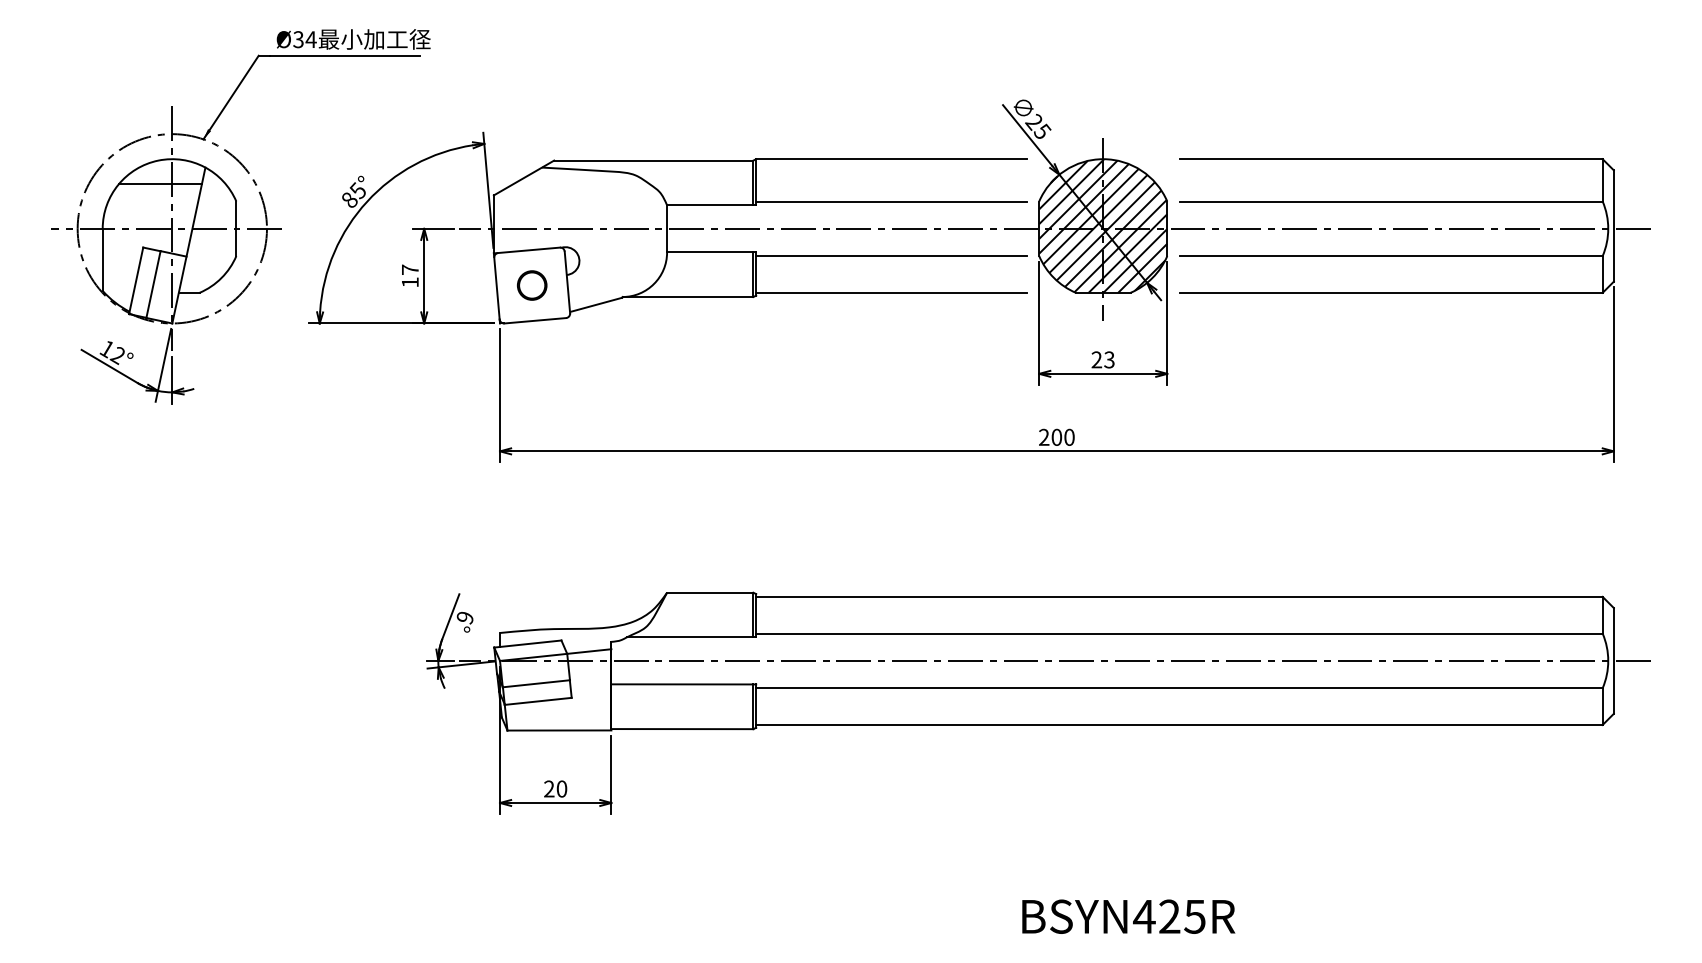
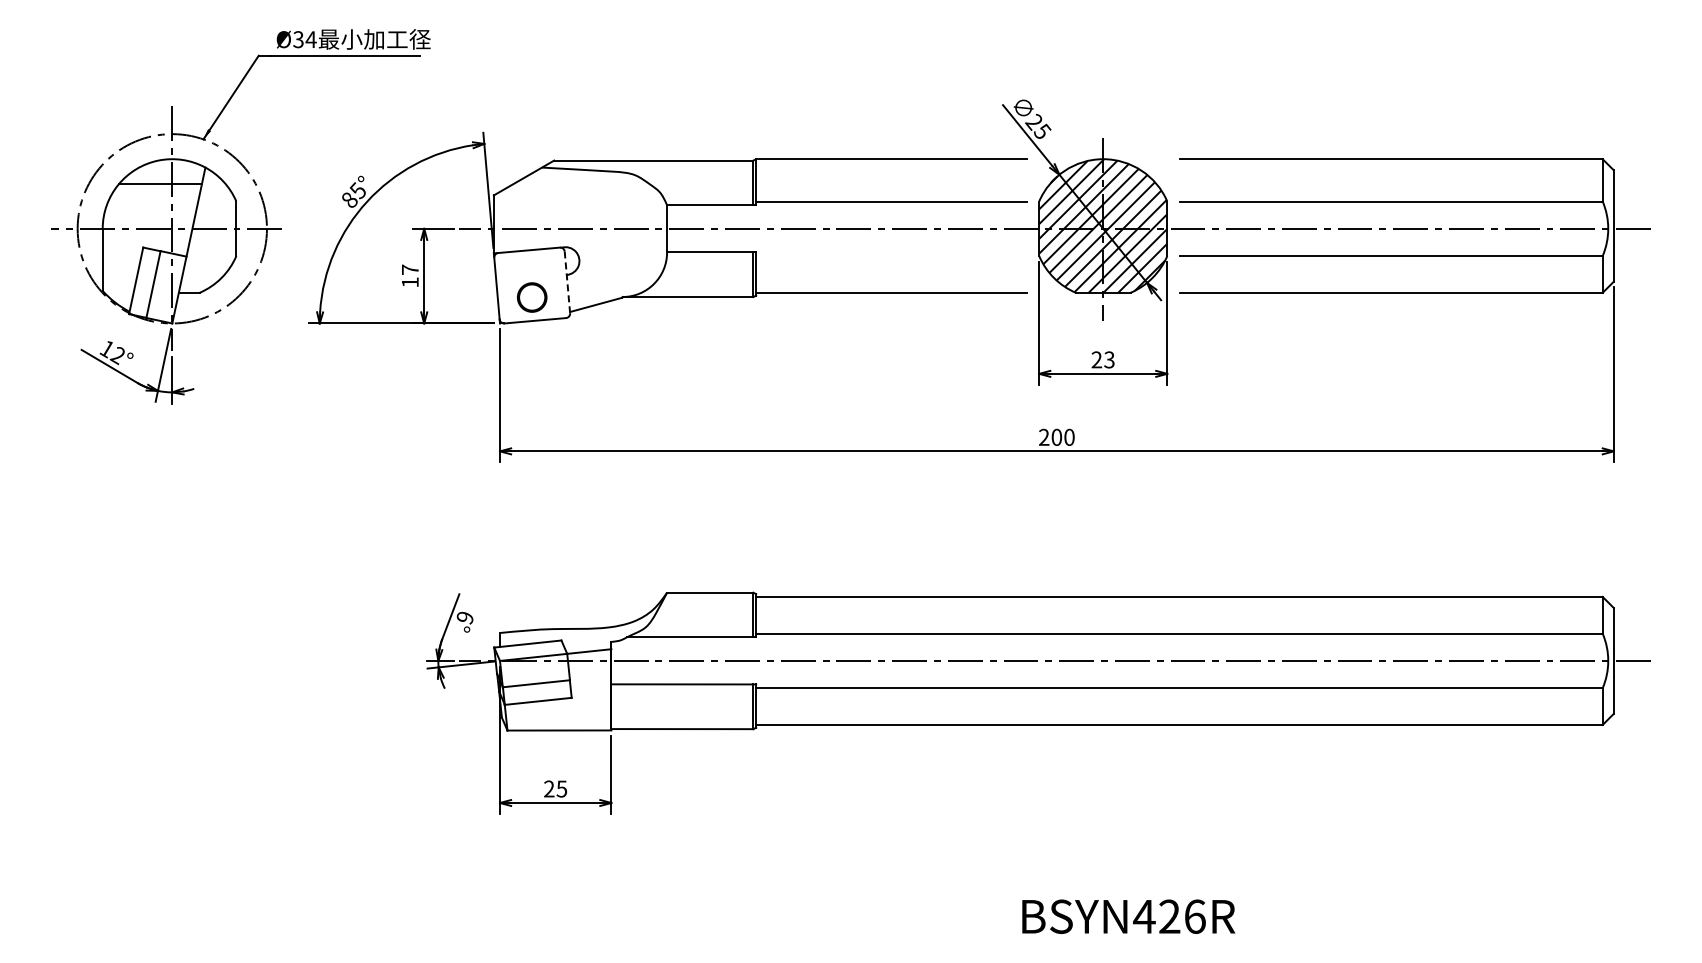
line at (891, 256): present -> none
line at (567, 282): solid -> dashed
circle at (532, 285) position: (532, 285) -> (532, 297)
text at (561, 788): 20 -> 25
text at (1194, 916): BSYN425R -> BSYN426R
